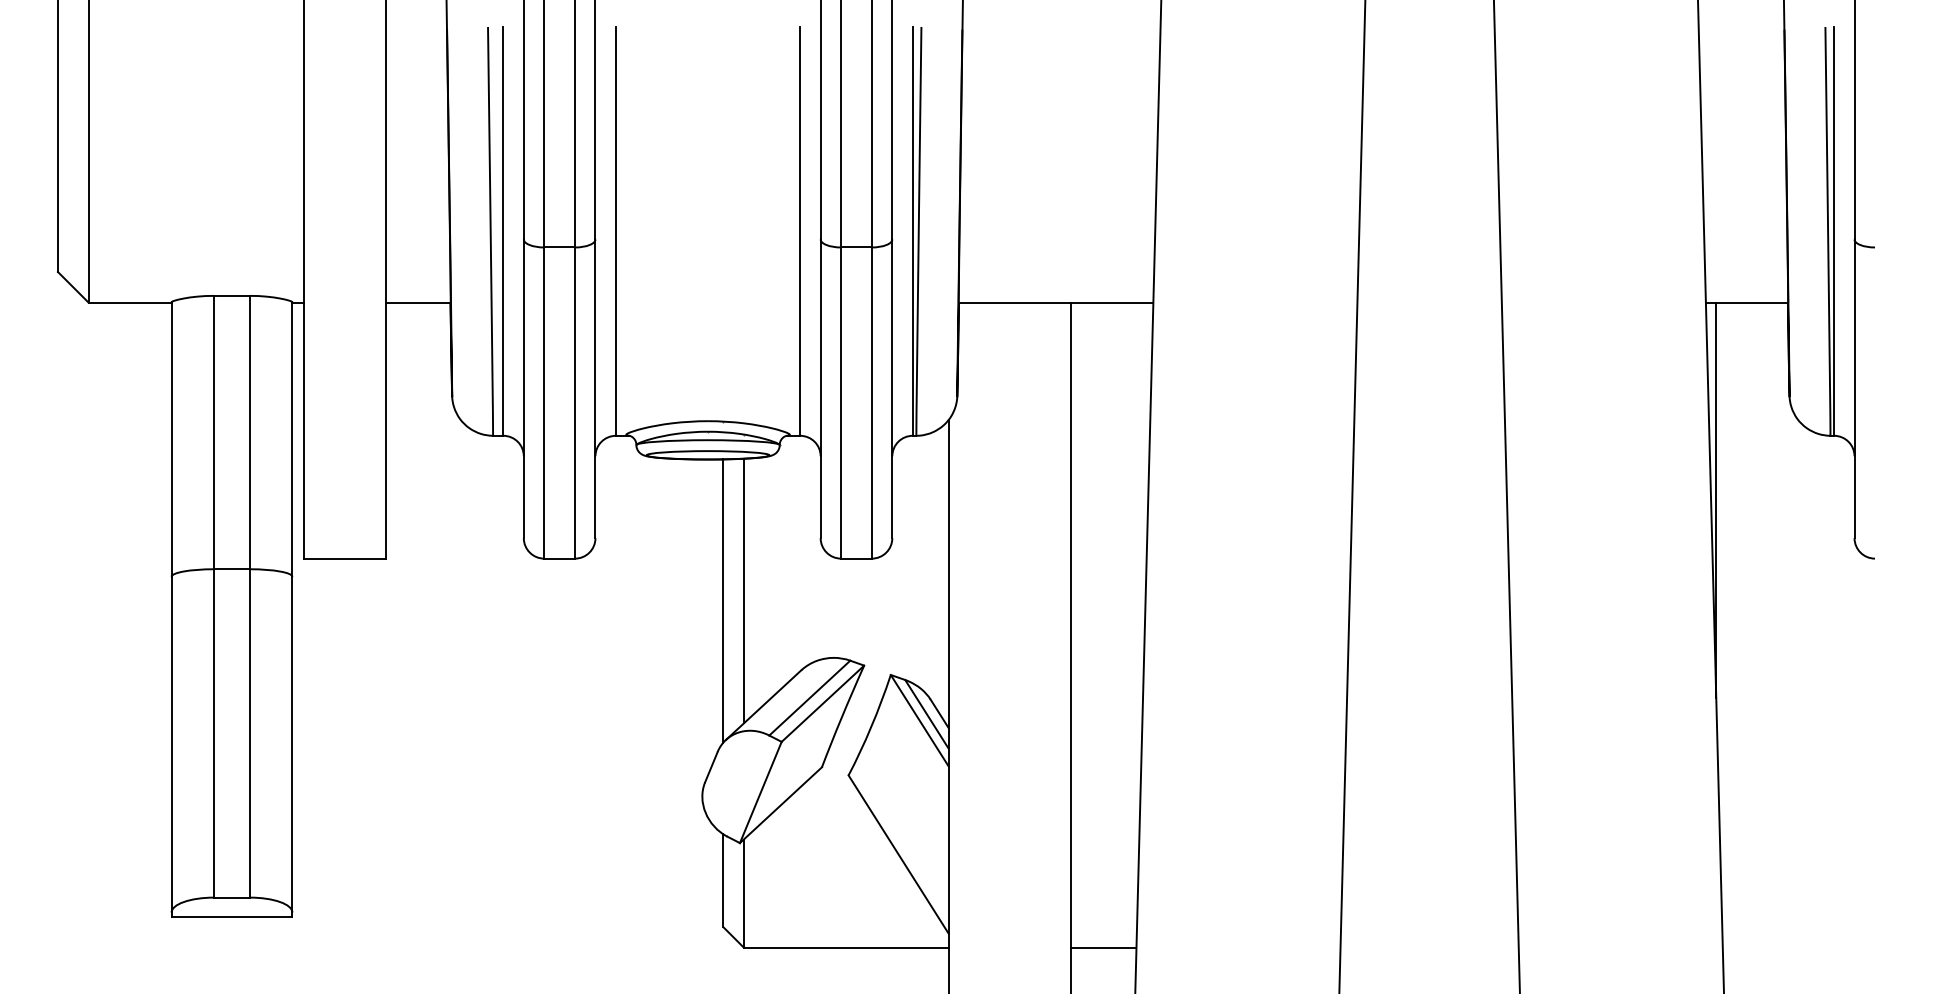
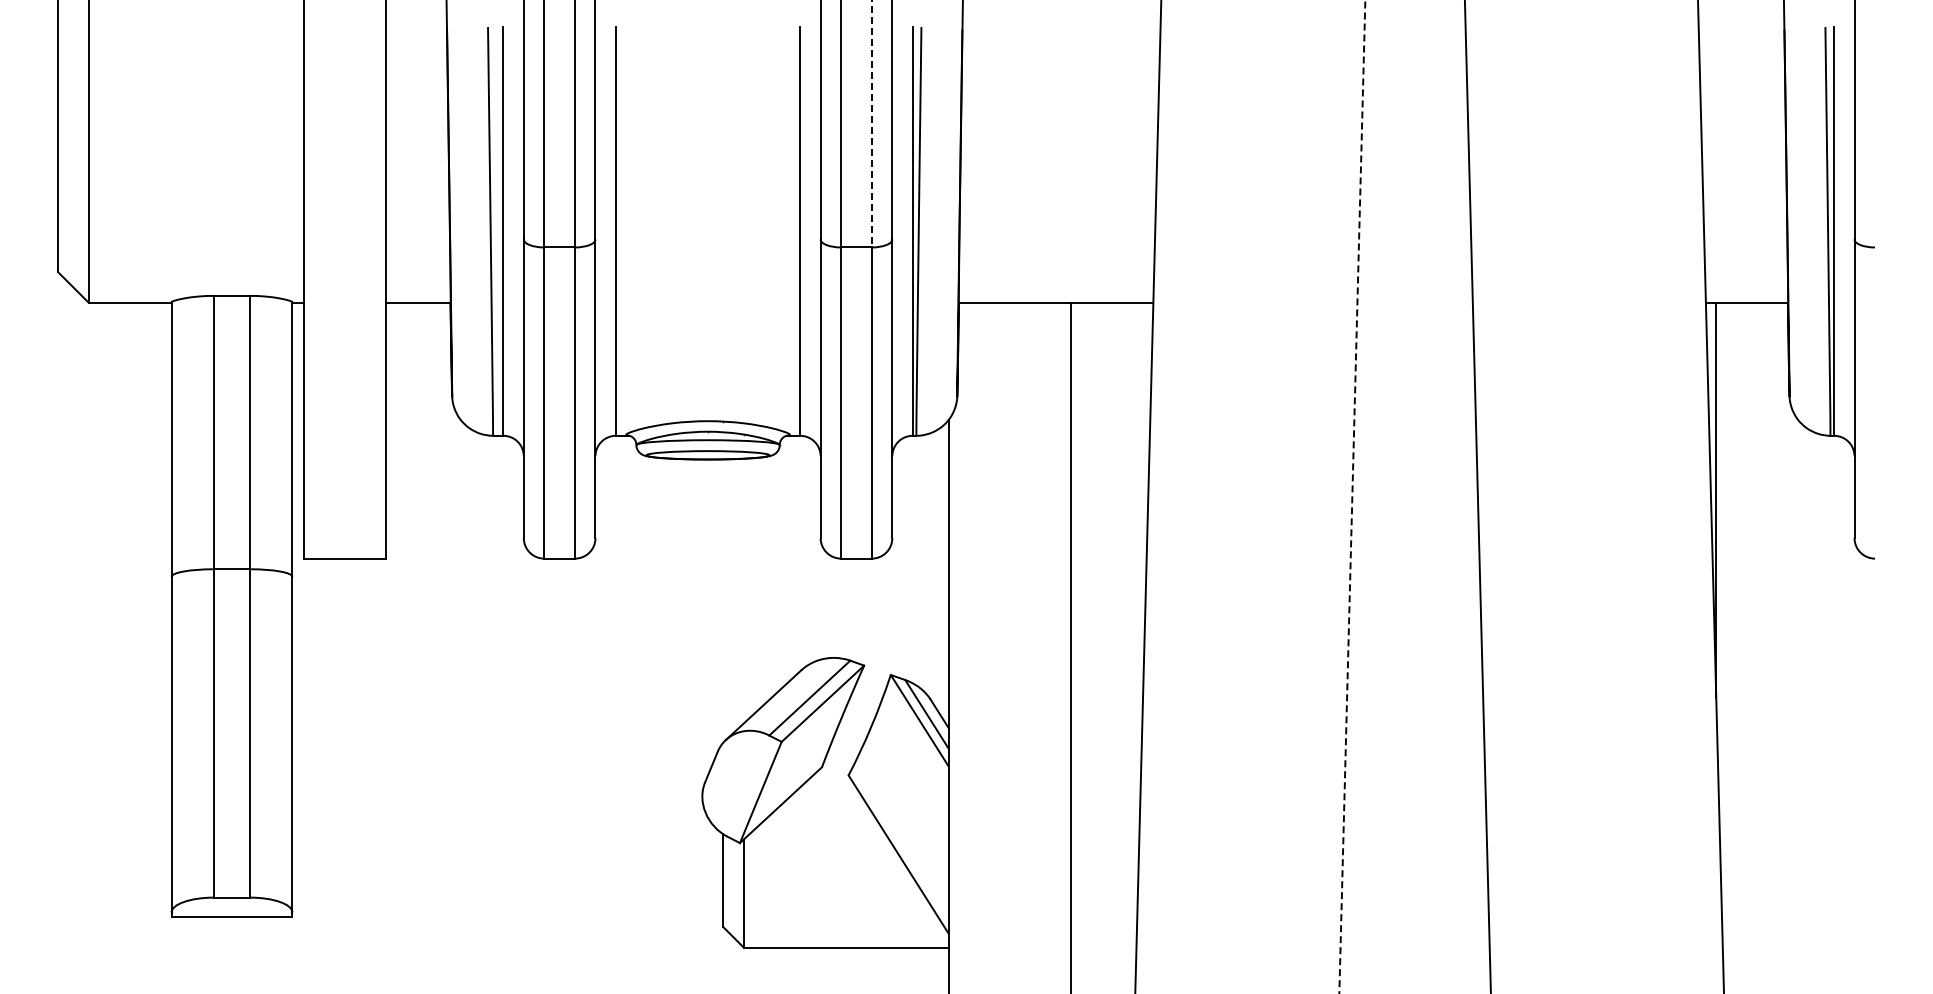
line at (871, 124): solid -> dashed
line at (1352, 496): solid -> dashed
line at (1506, 496) position: (1506, 496) -> (1477, 496)
line at (743, 590): present -> none
line at (723, 600): present -> none
line at (1103, 947): present -> none
